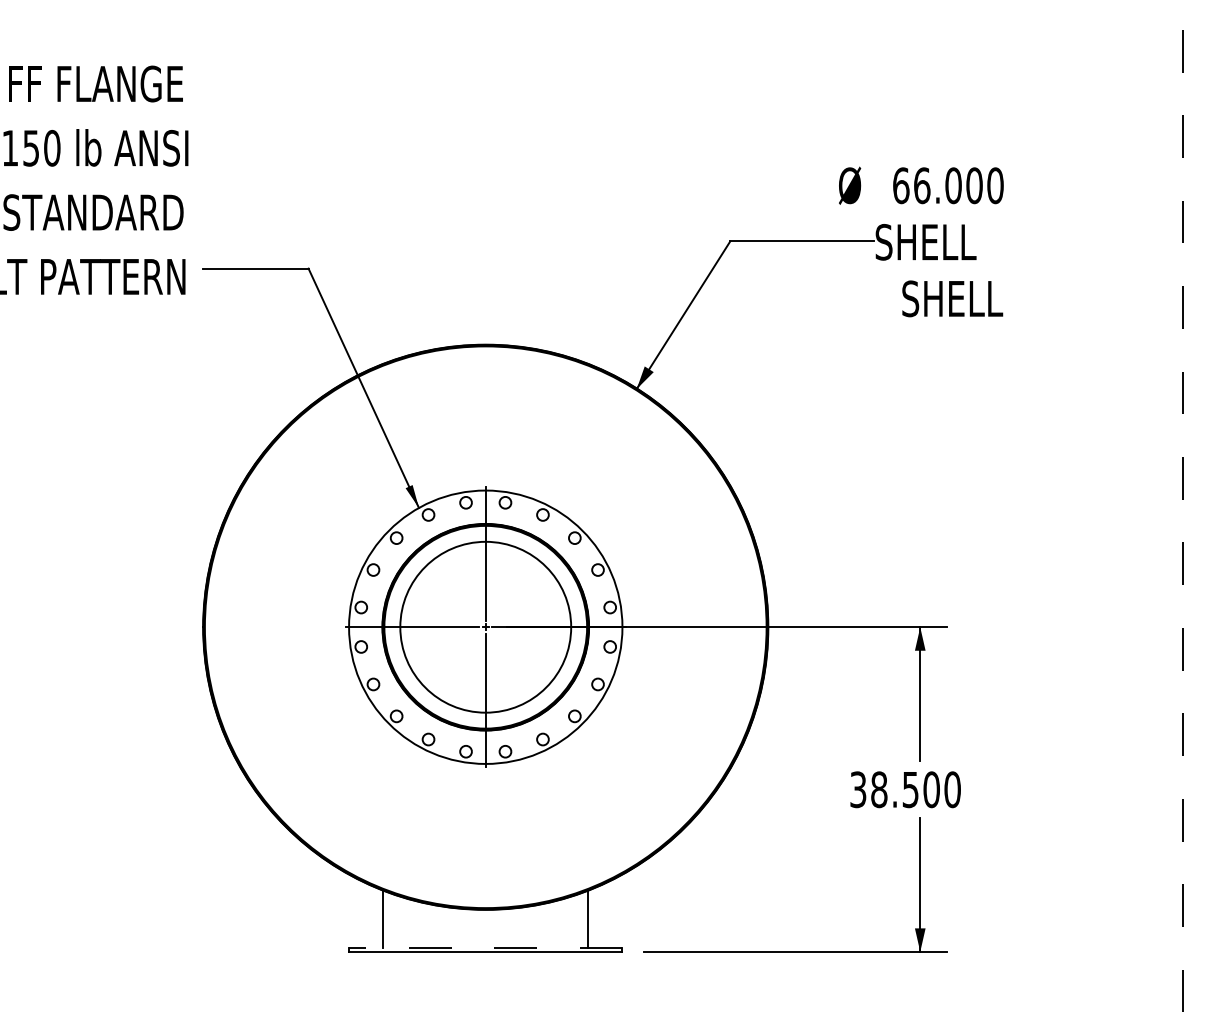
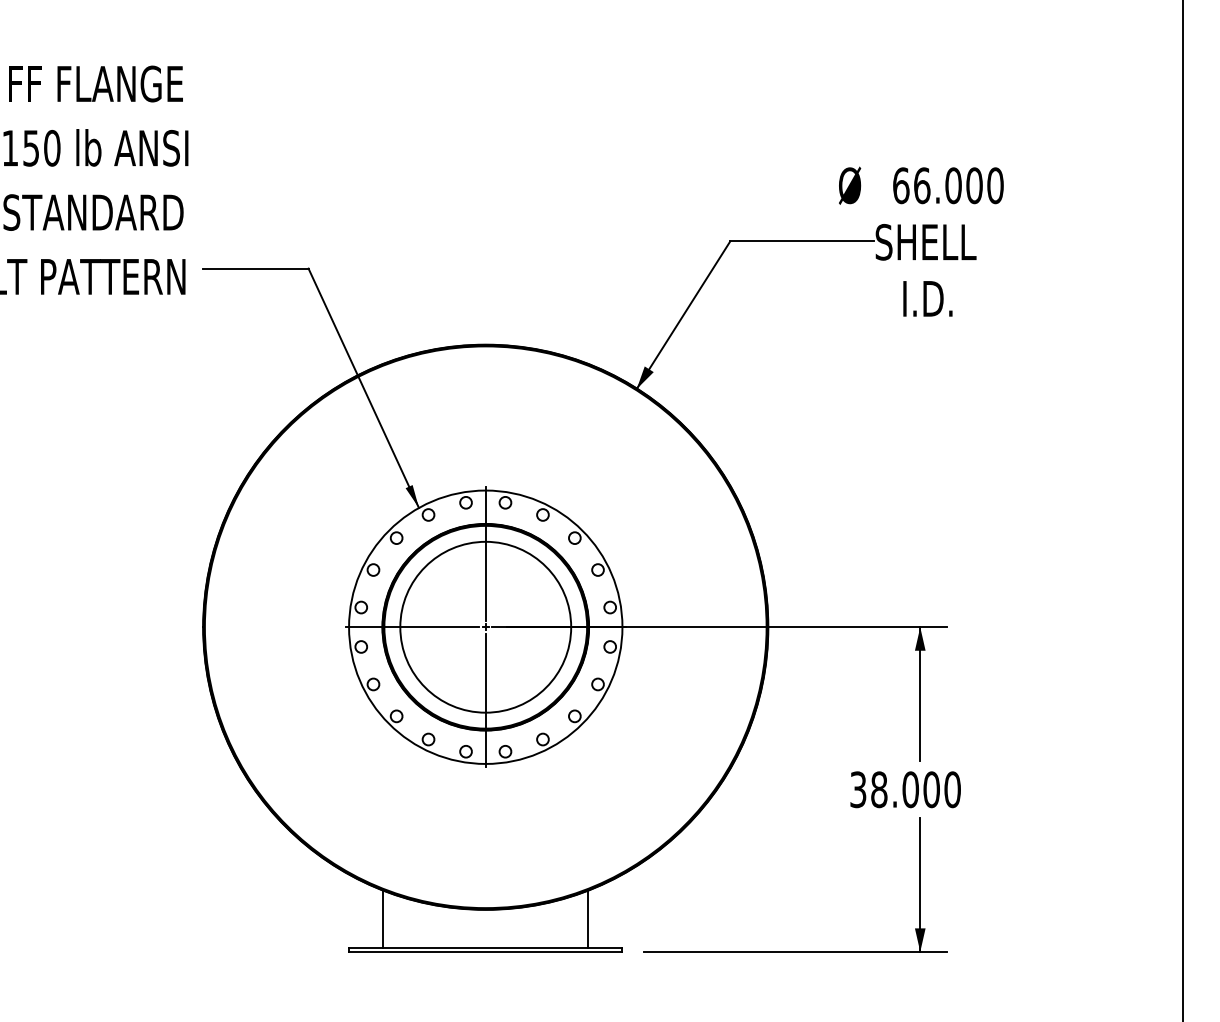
text at (952, 298): SHELL -> I.D.
line at (1183, 510): dashed -> solid
text at (910, 789): 38.500 -> 38.000
line at (485, 947): dashed -> solid
